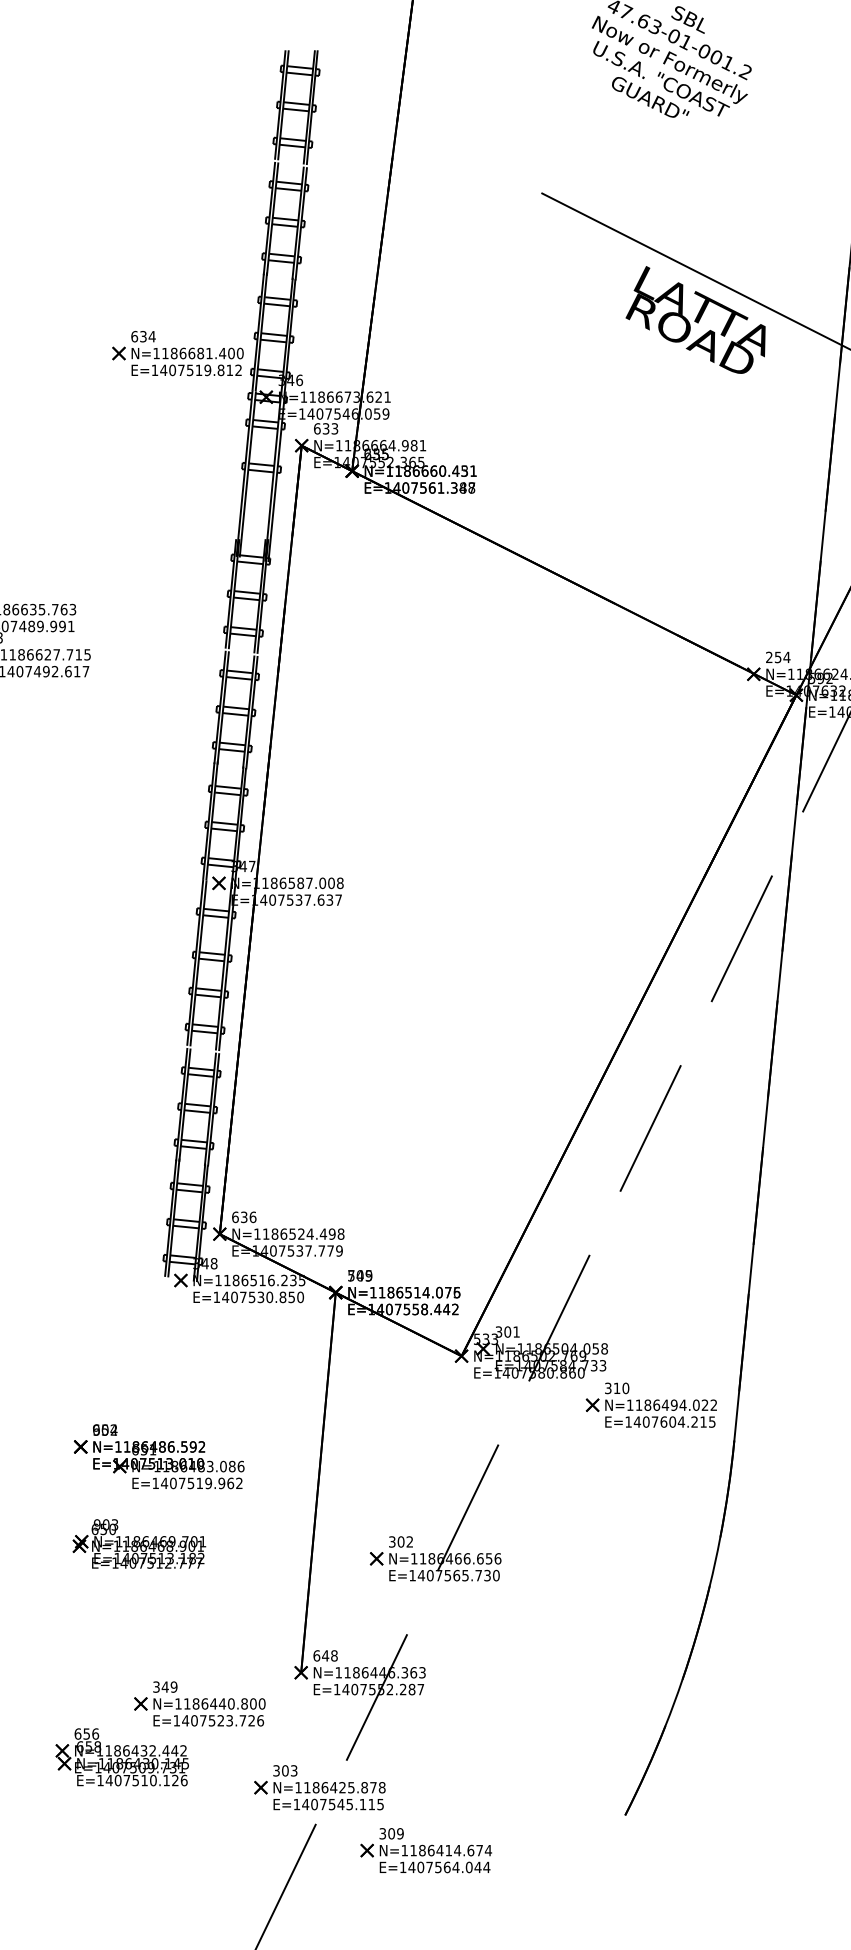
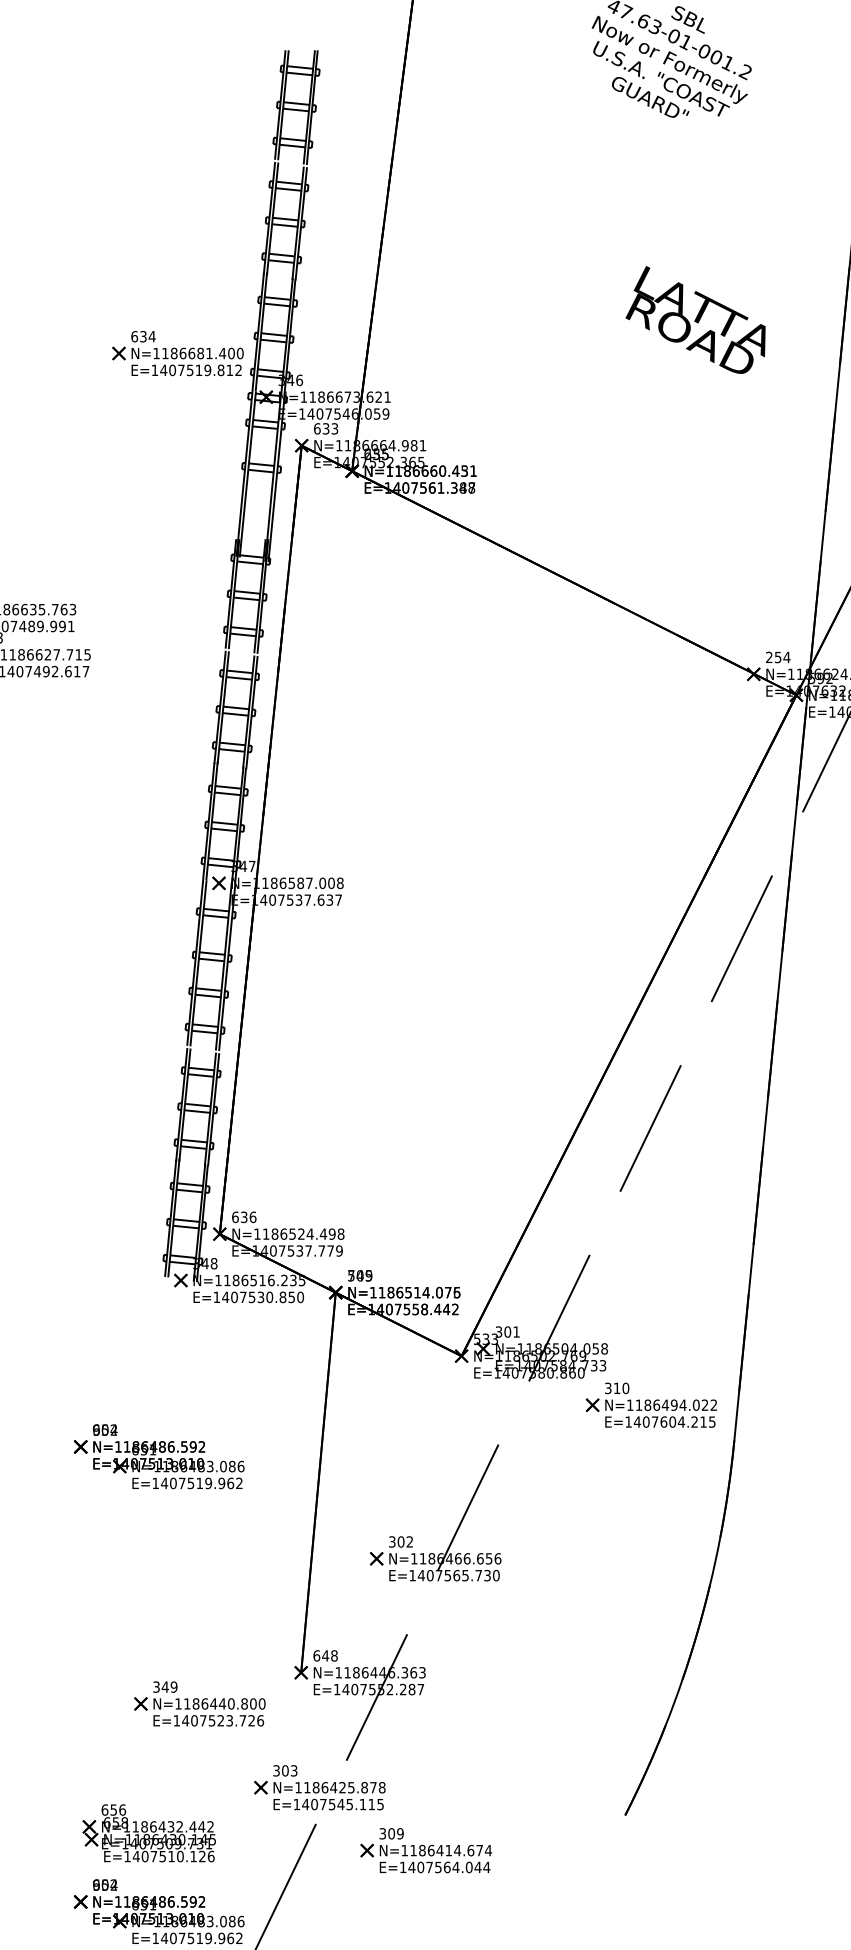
line at (694, 270): present -> none
part at (139, 1543): present -> none
part at (121, 1757) position: (121, 1757) -> (148, 1833)
part at (159, 1911): none -> present
